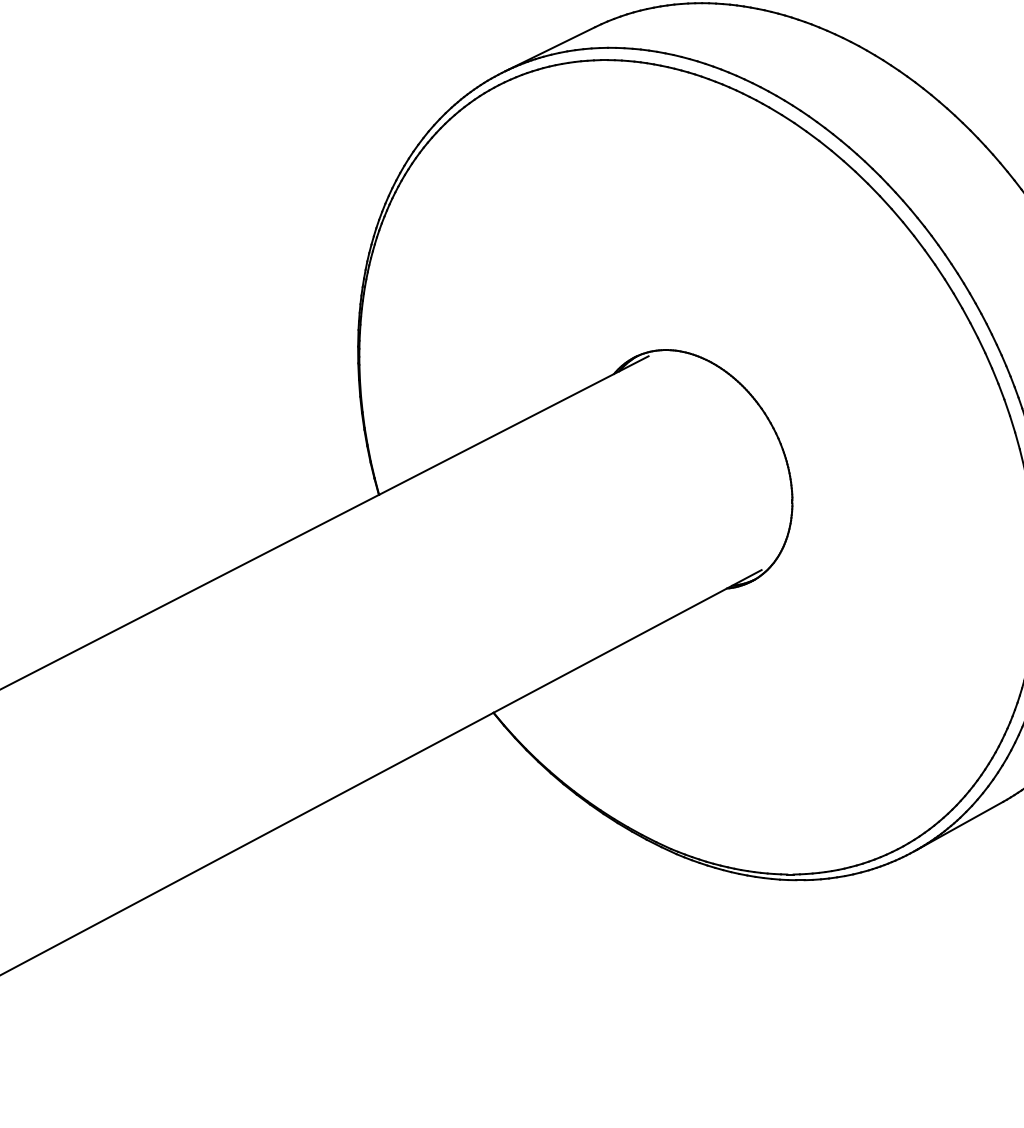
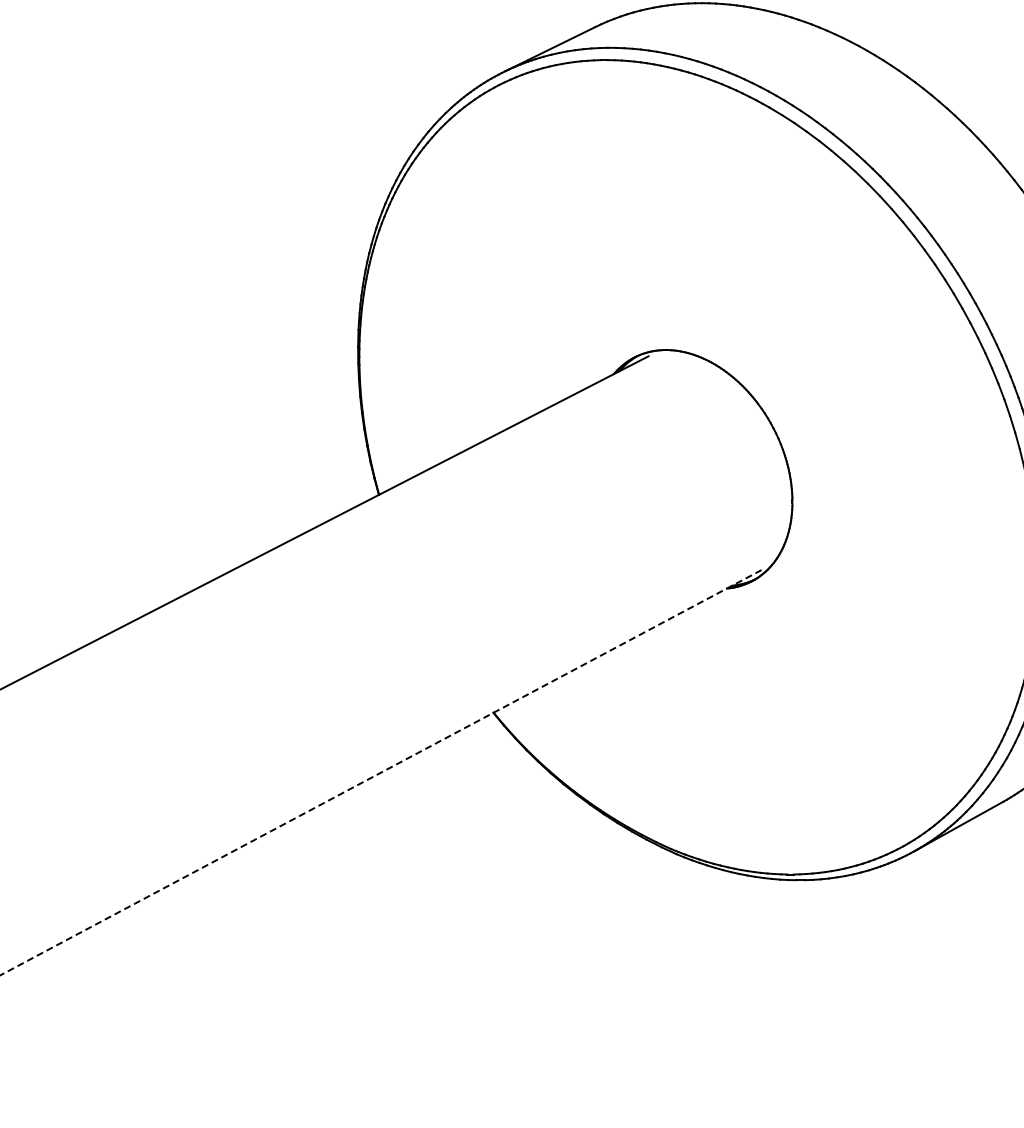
line at (380, 773): solid -> dashed
